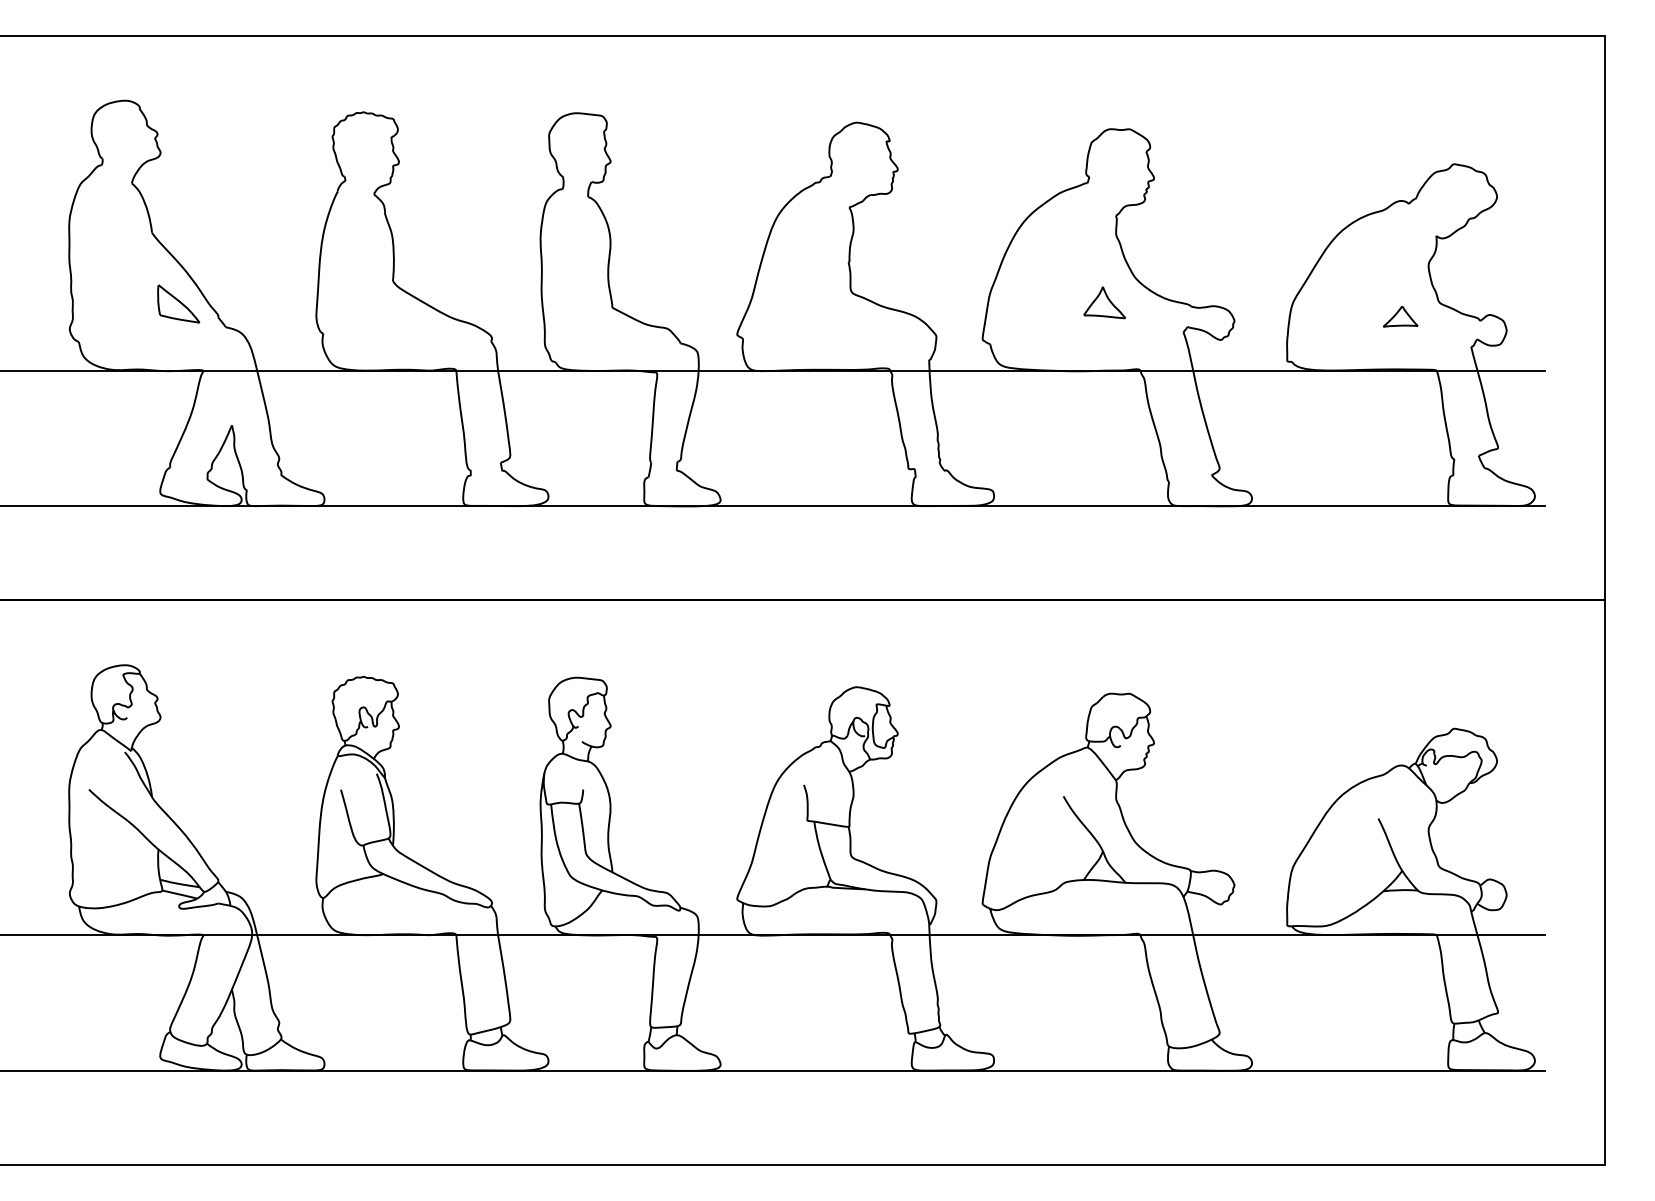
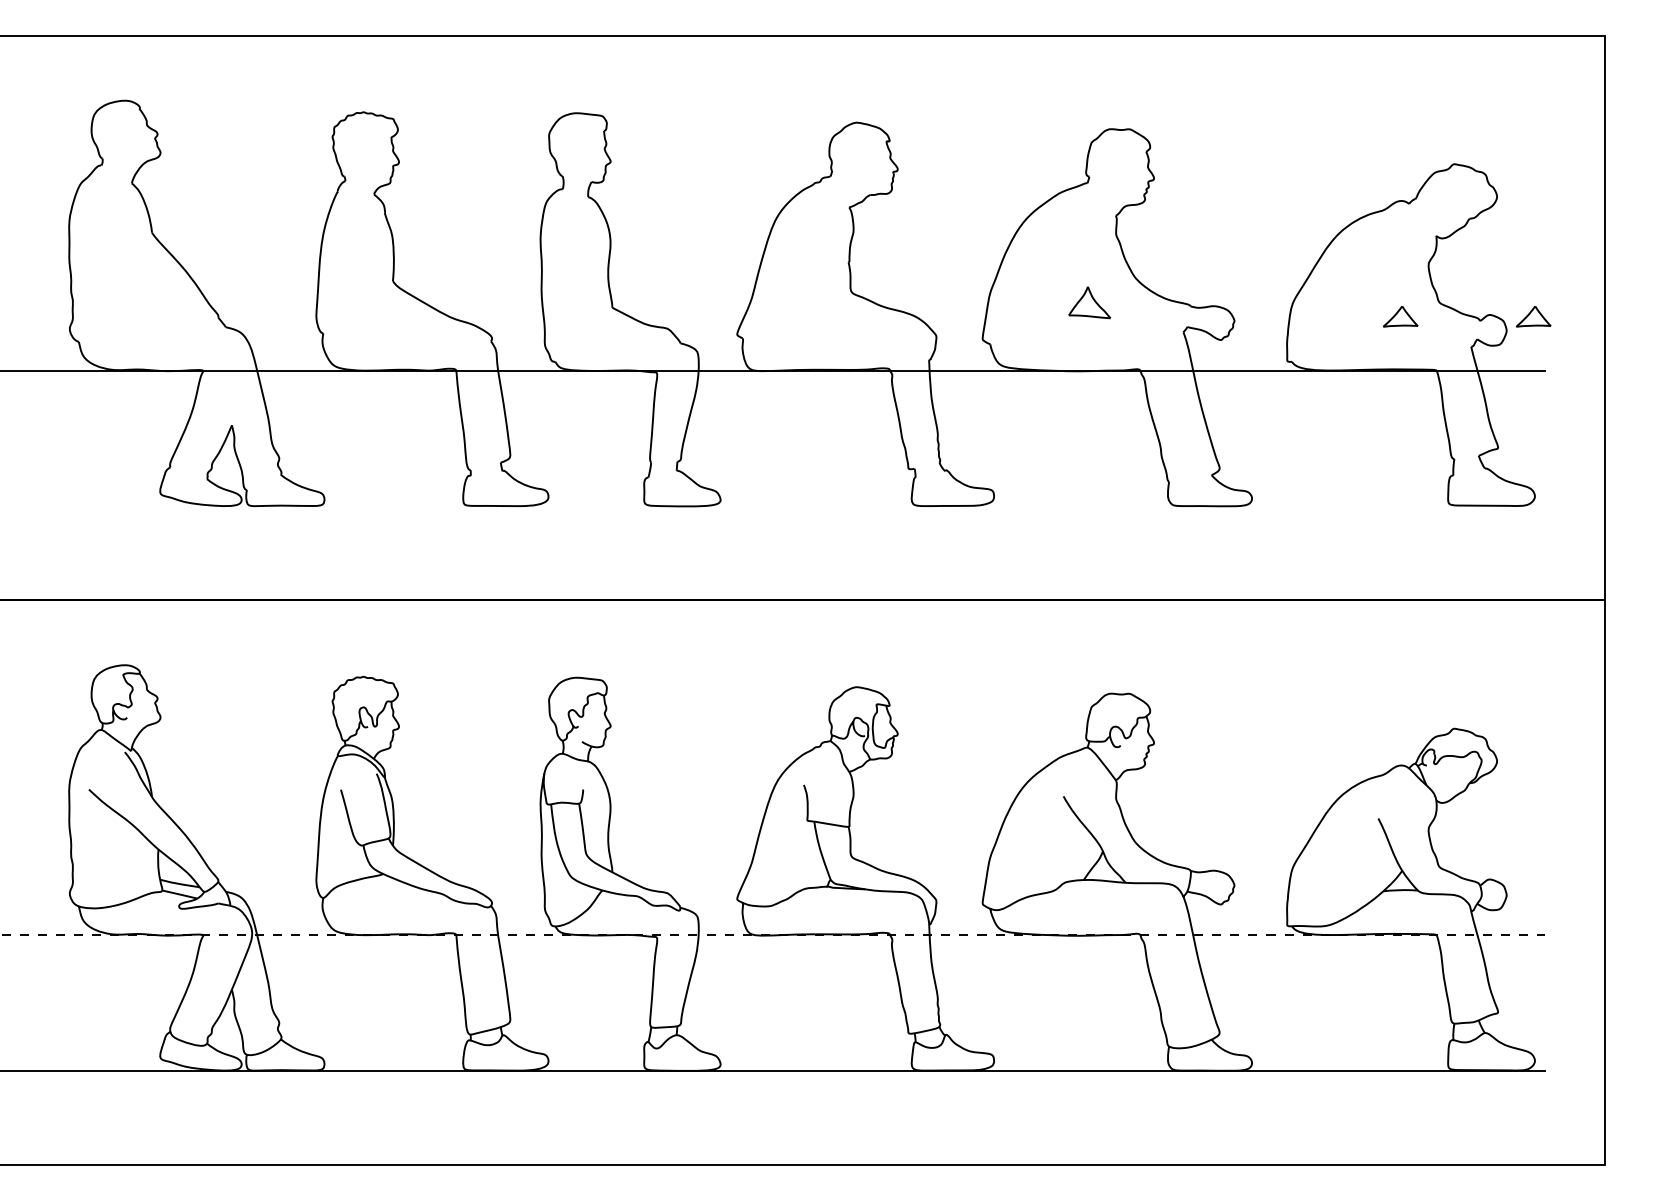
part at (1104, 302) position: (1104, 302) -> (1089, 302)
part at (178, 303): present -> none
part at (1533, 316): none -> present
line at (773, 506): present -> none
line at (773, 935): solid -> dashed
